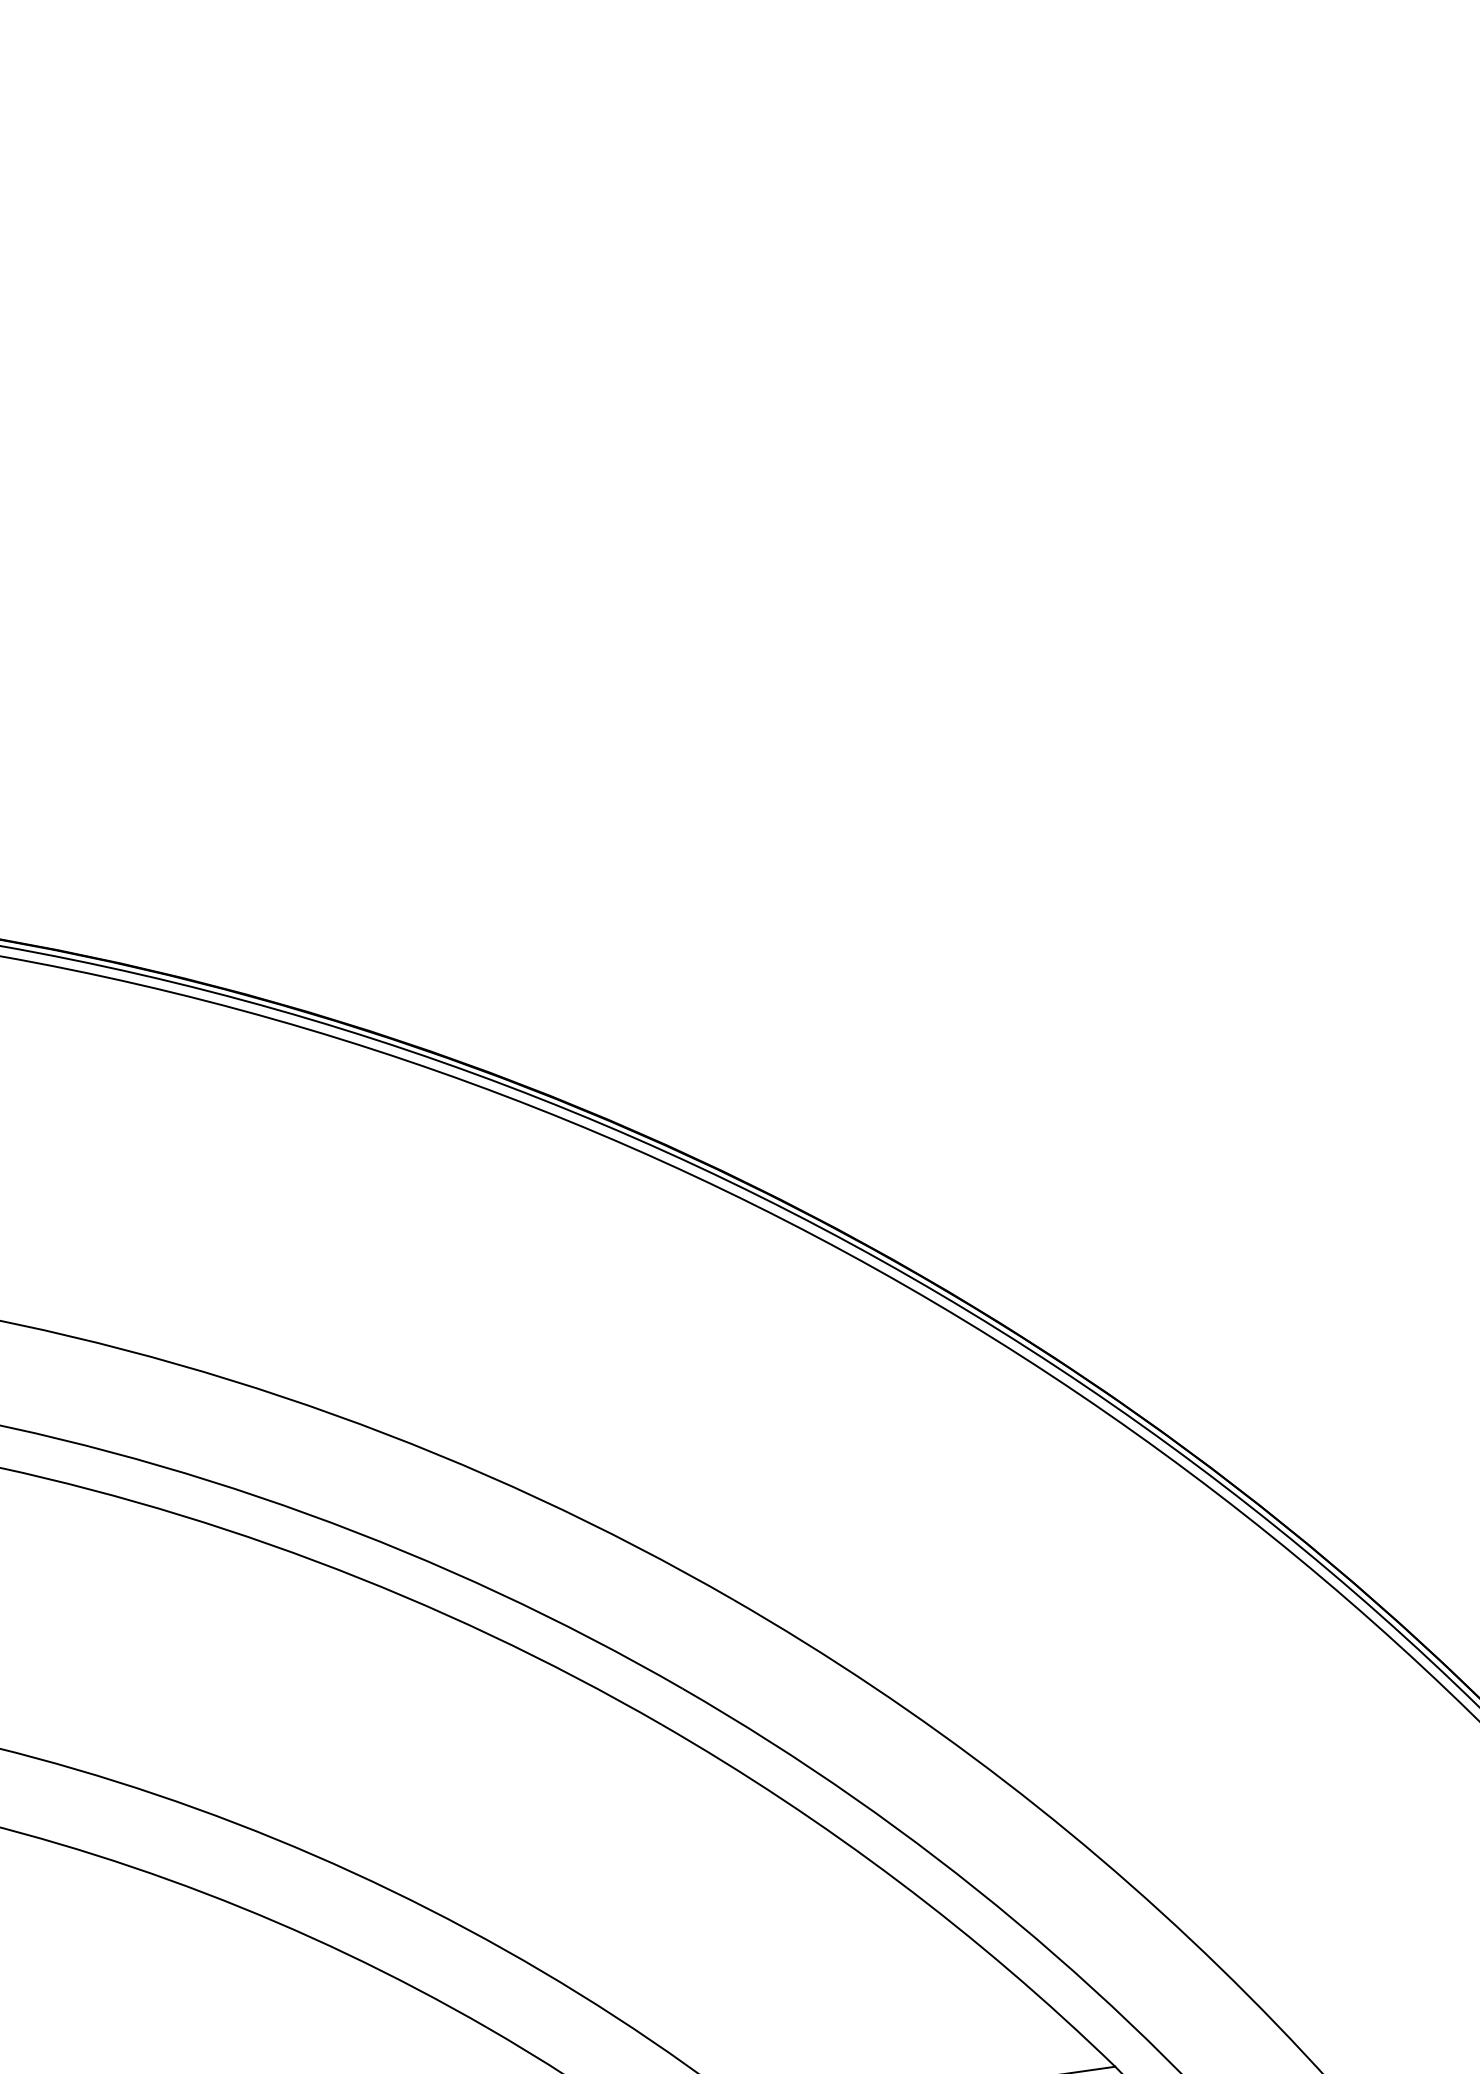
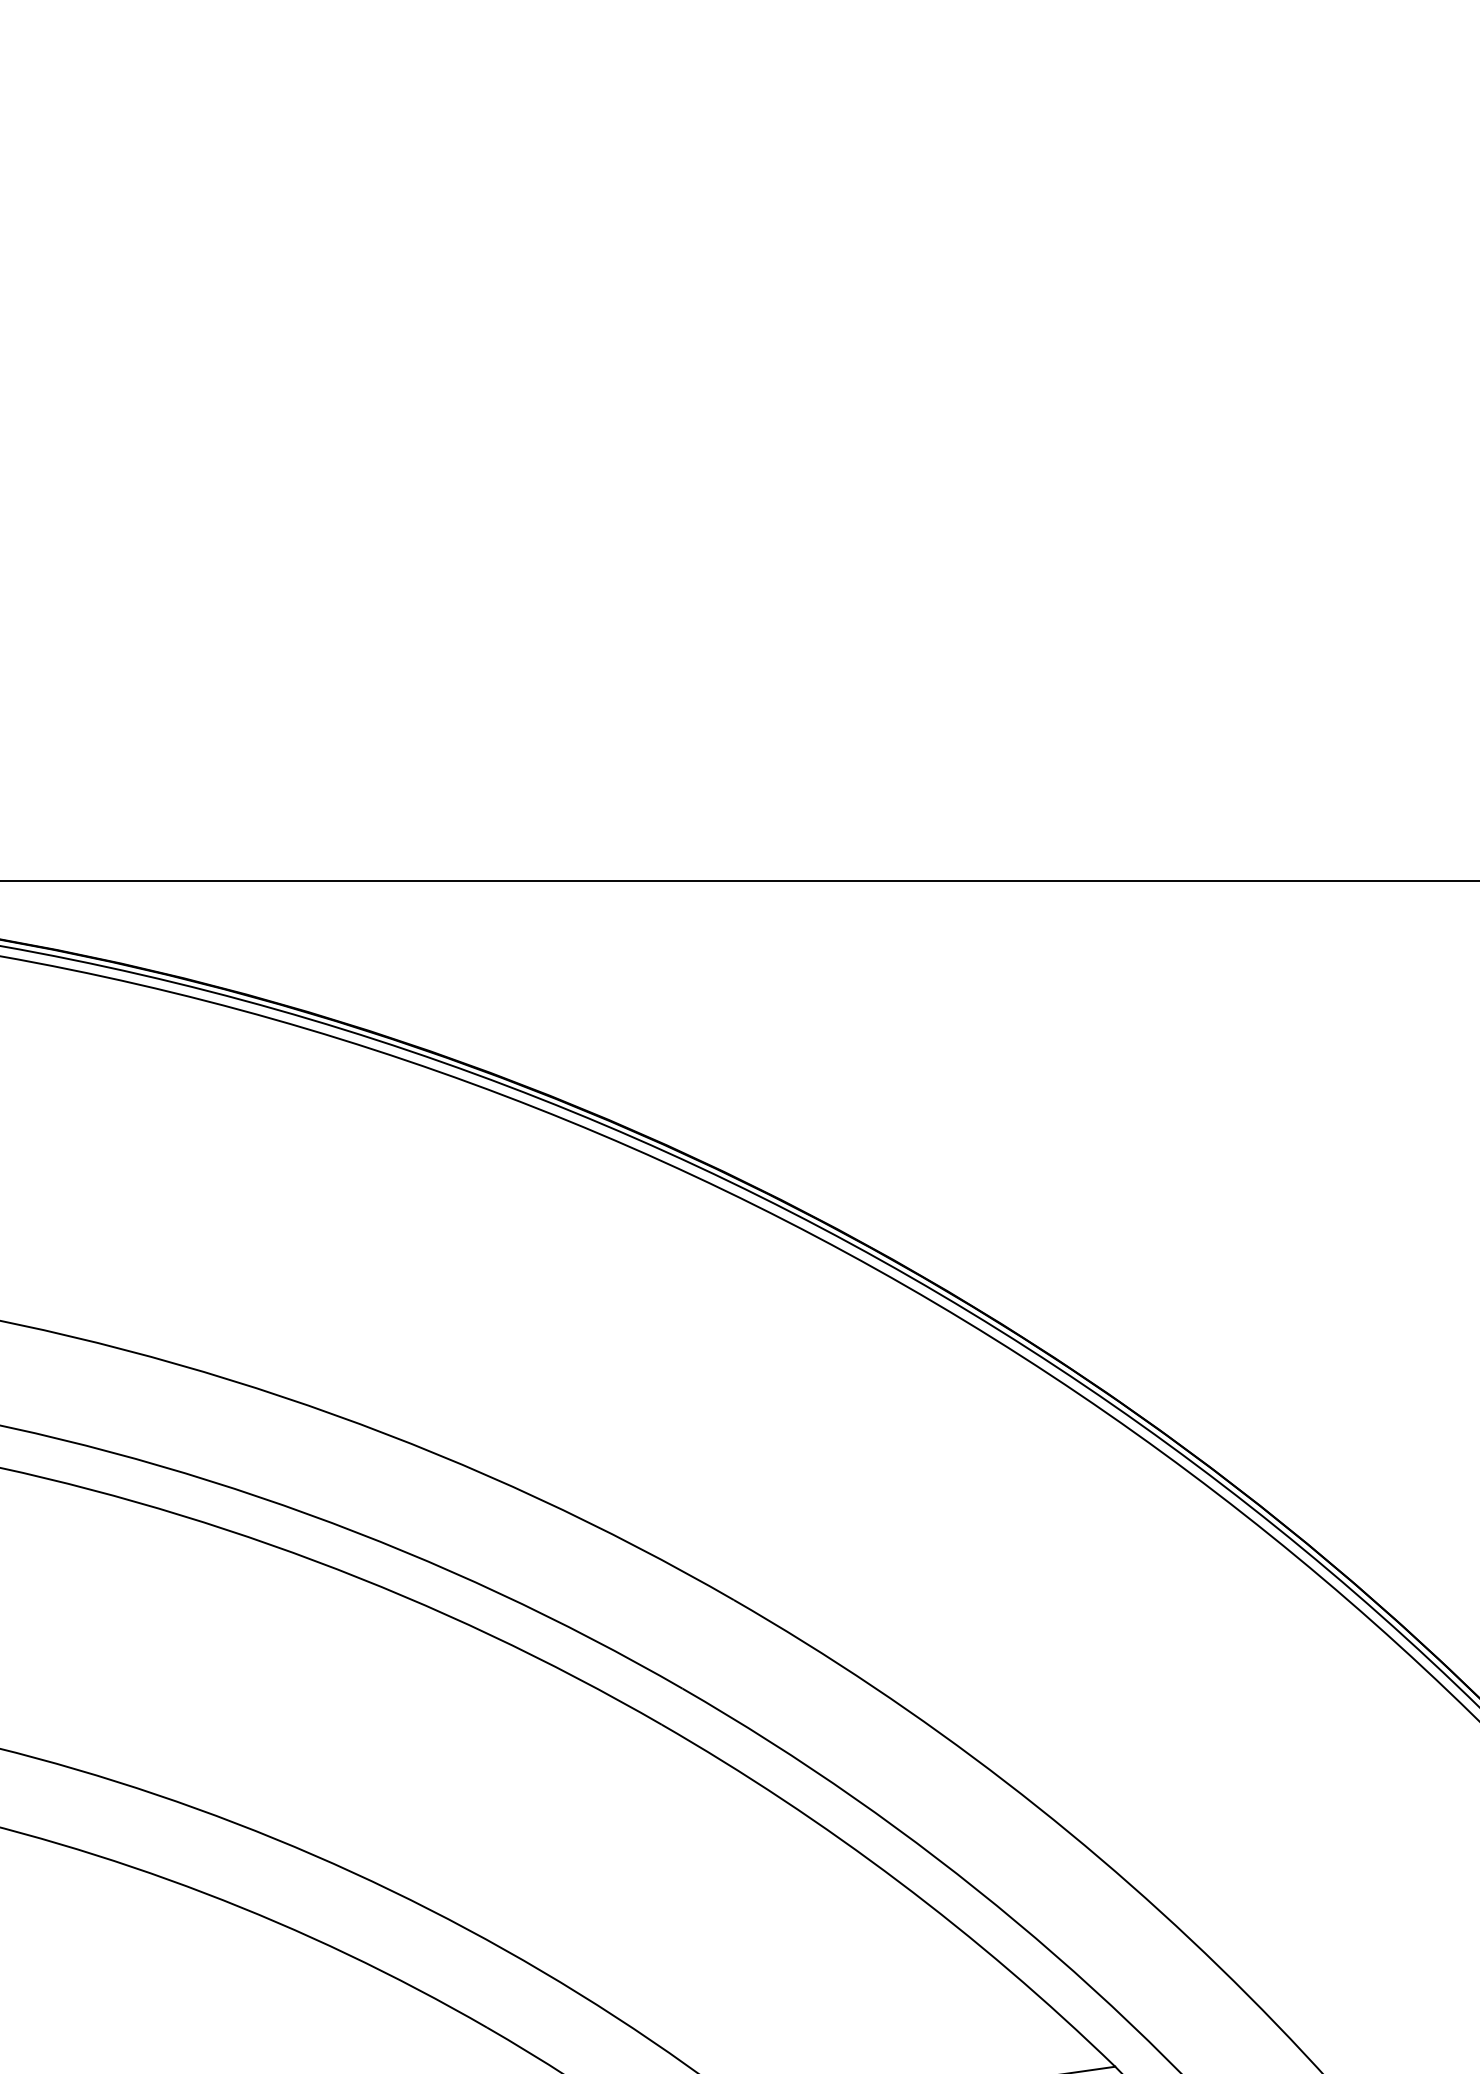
line at (739, 881): none -> present
